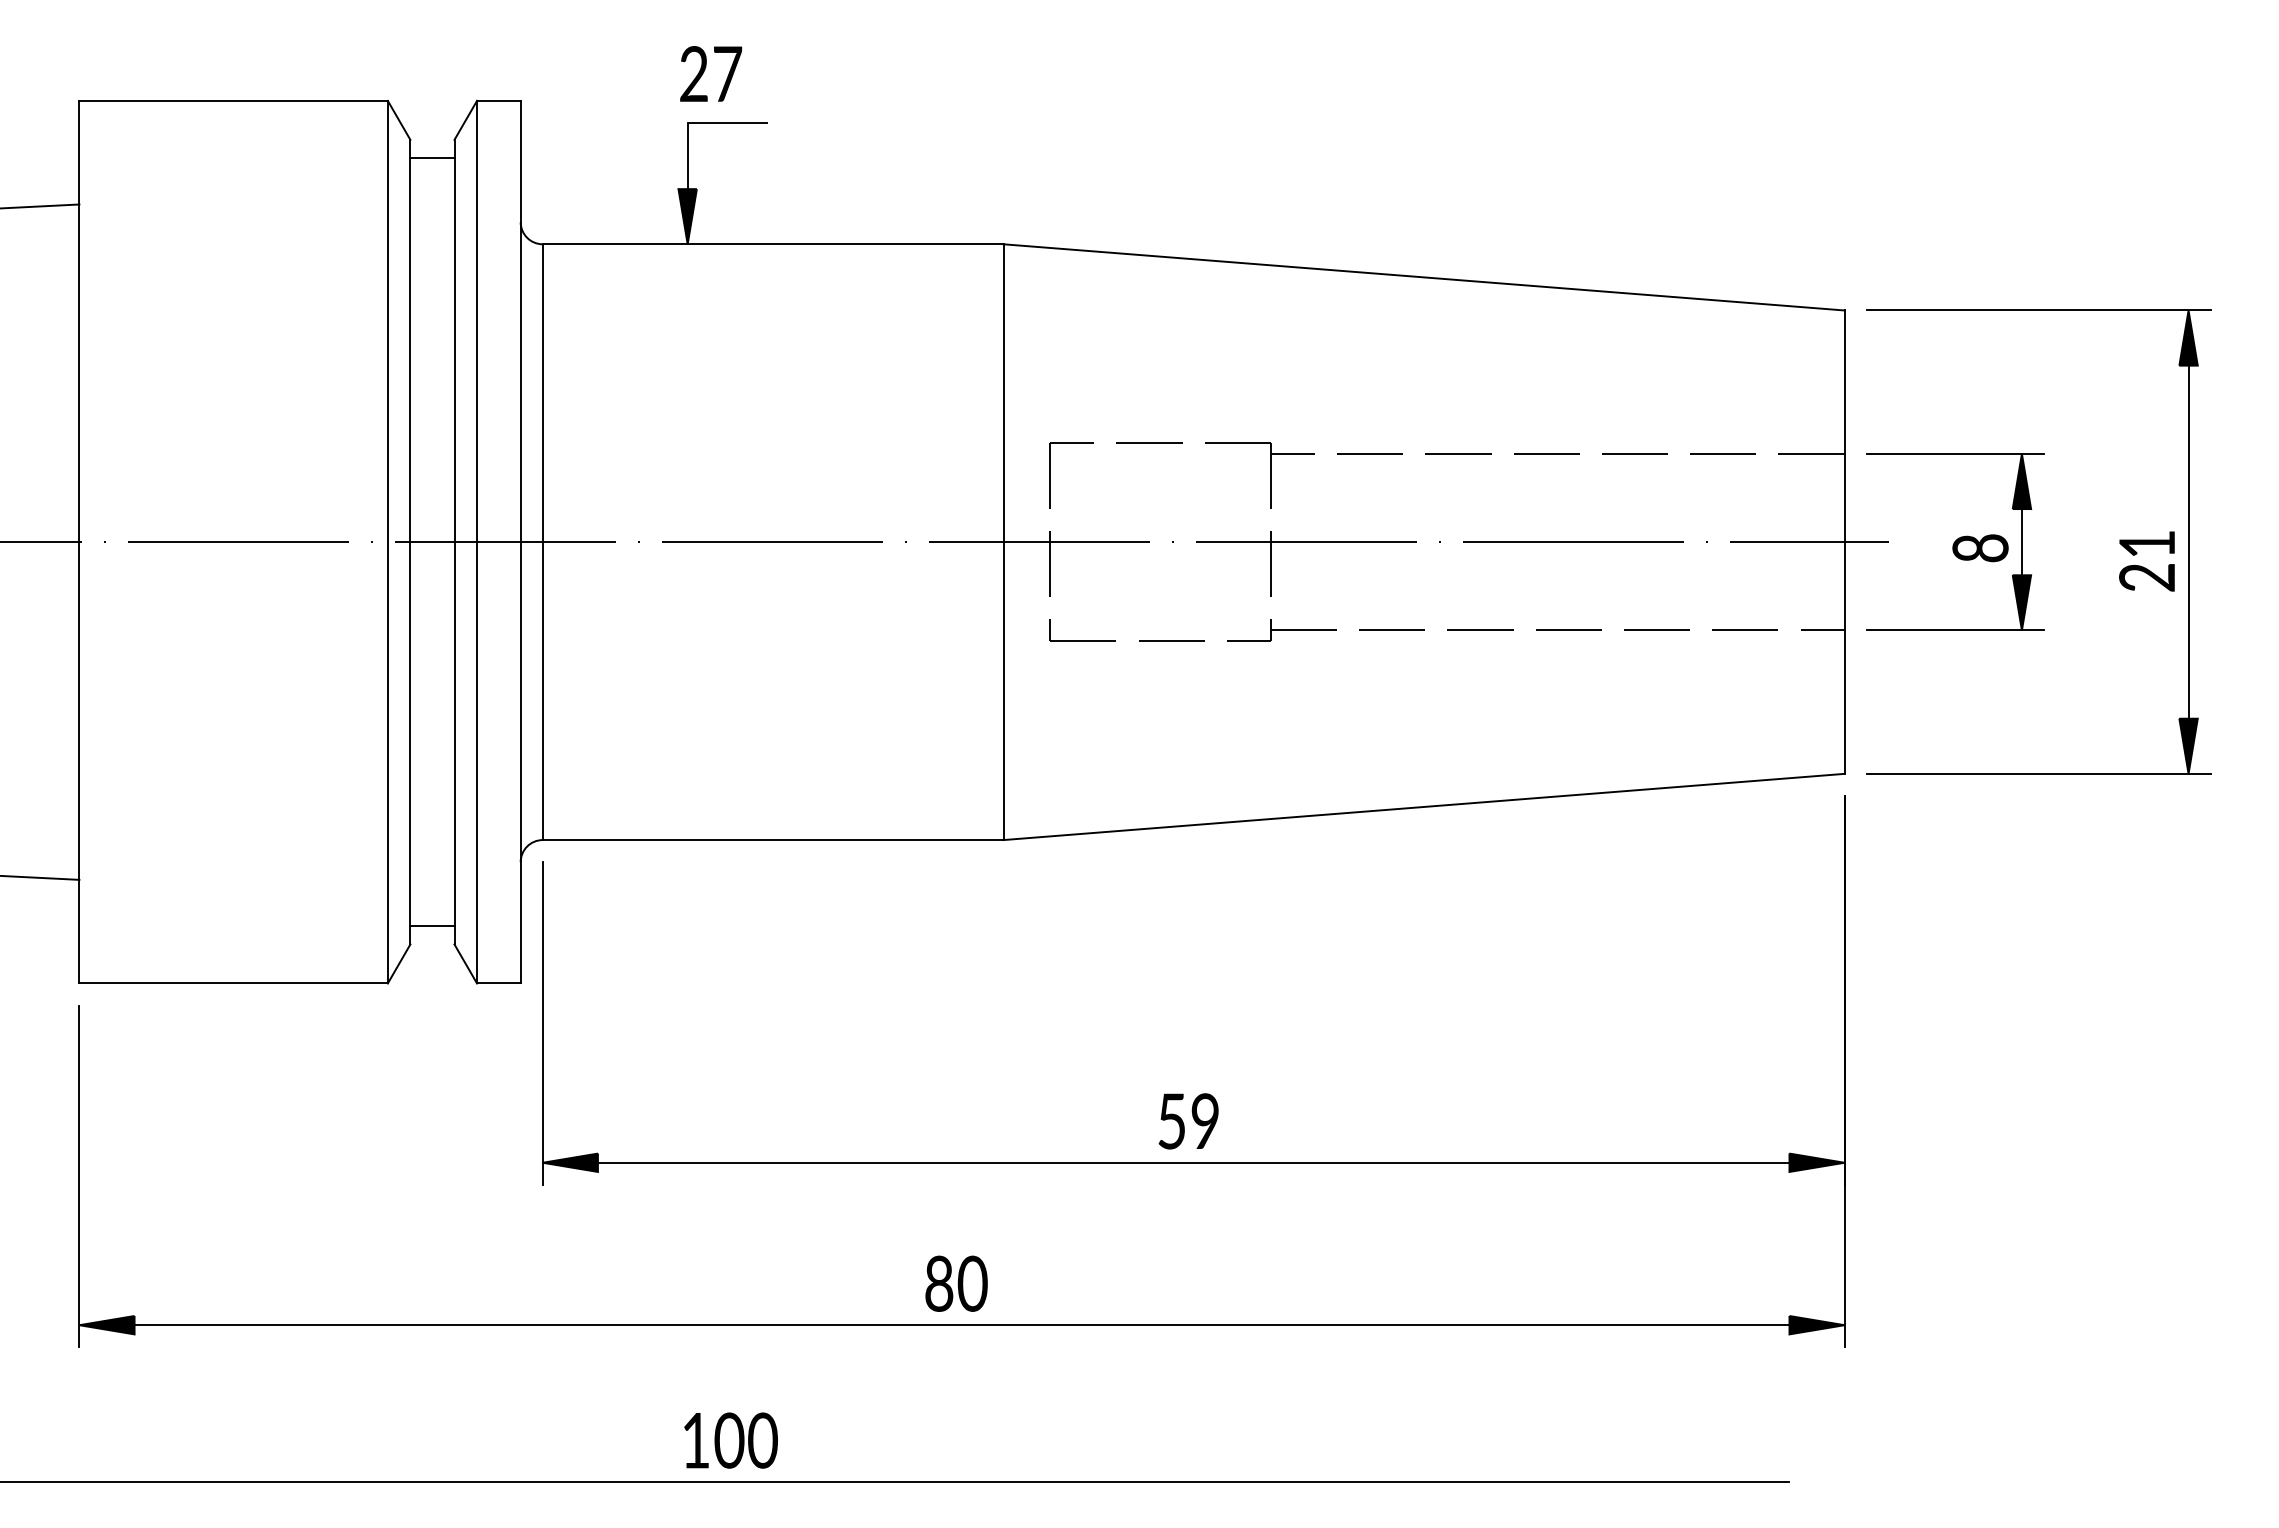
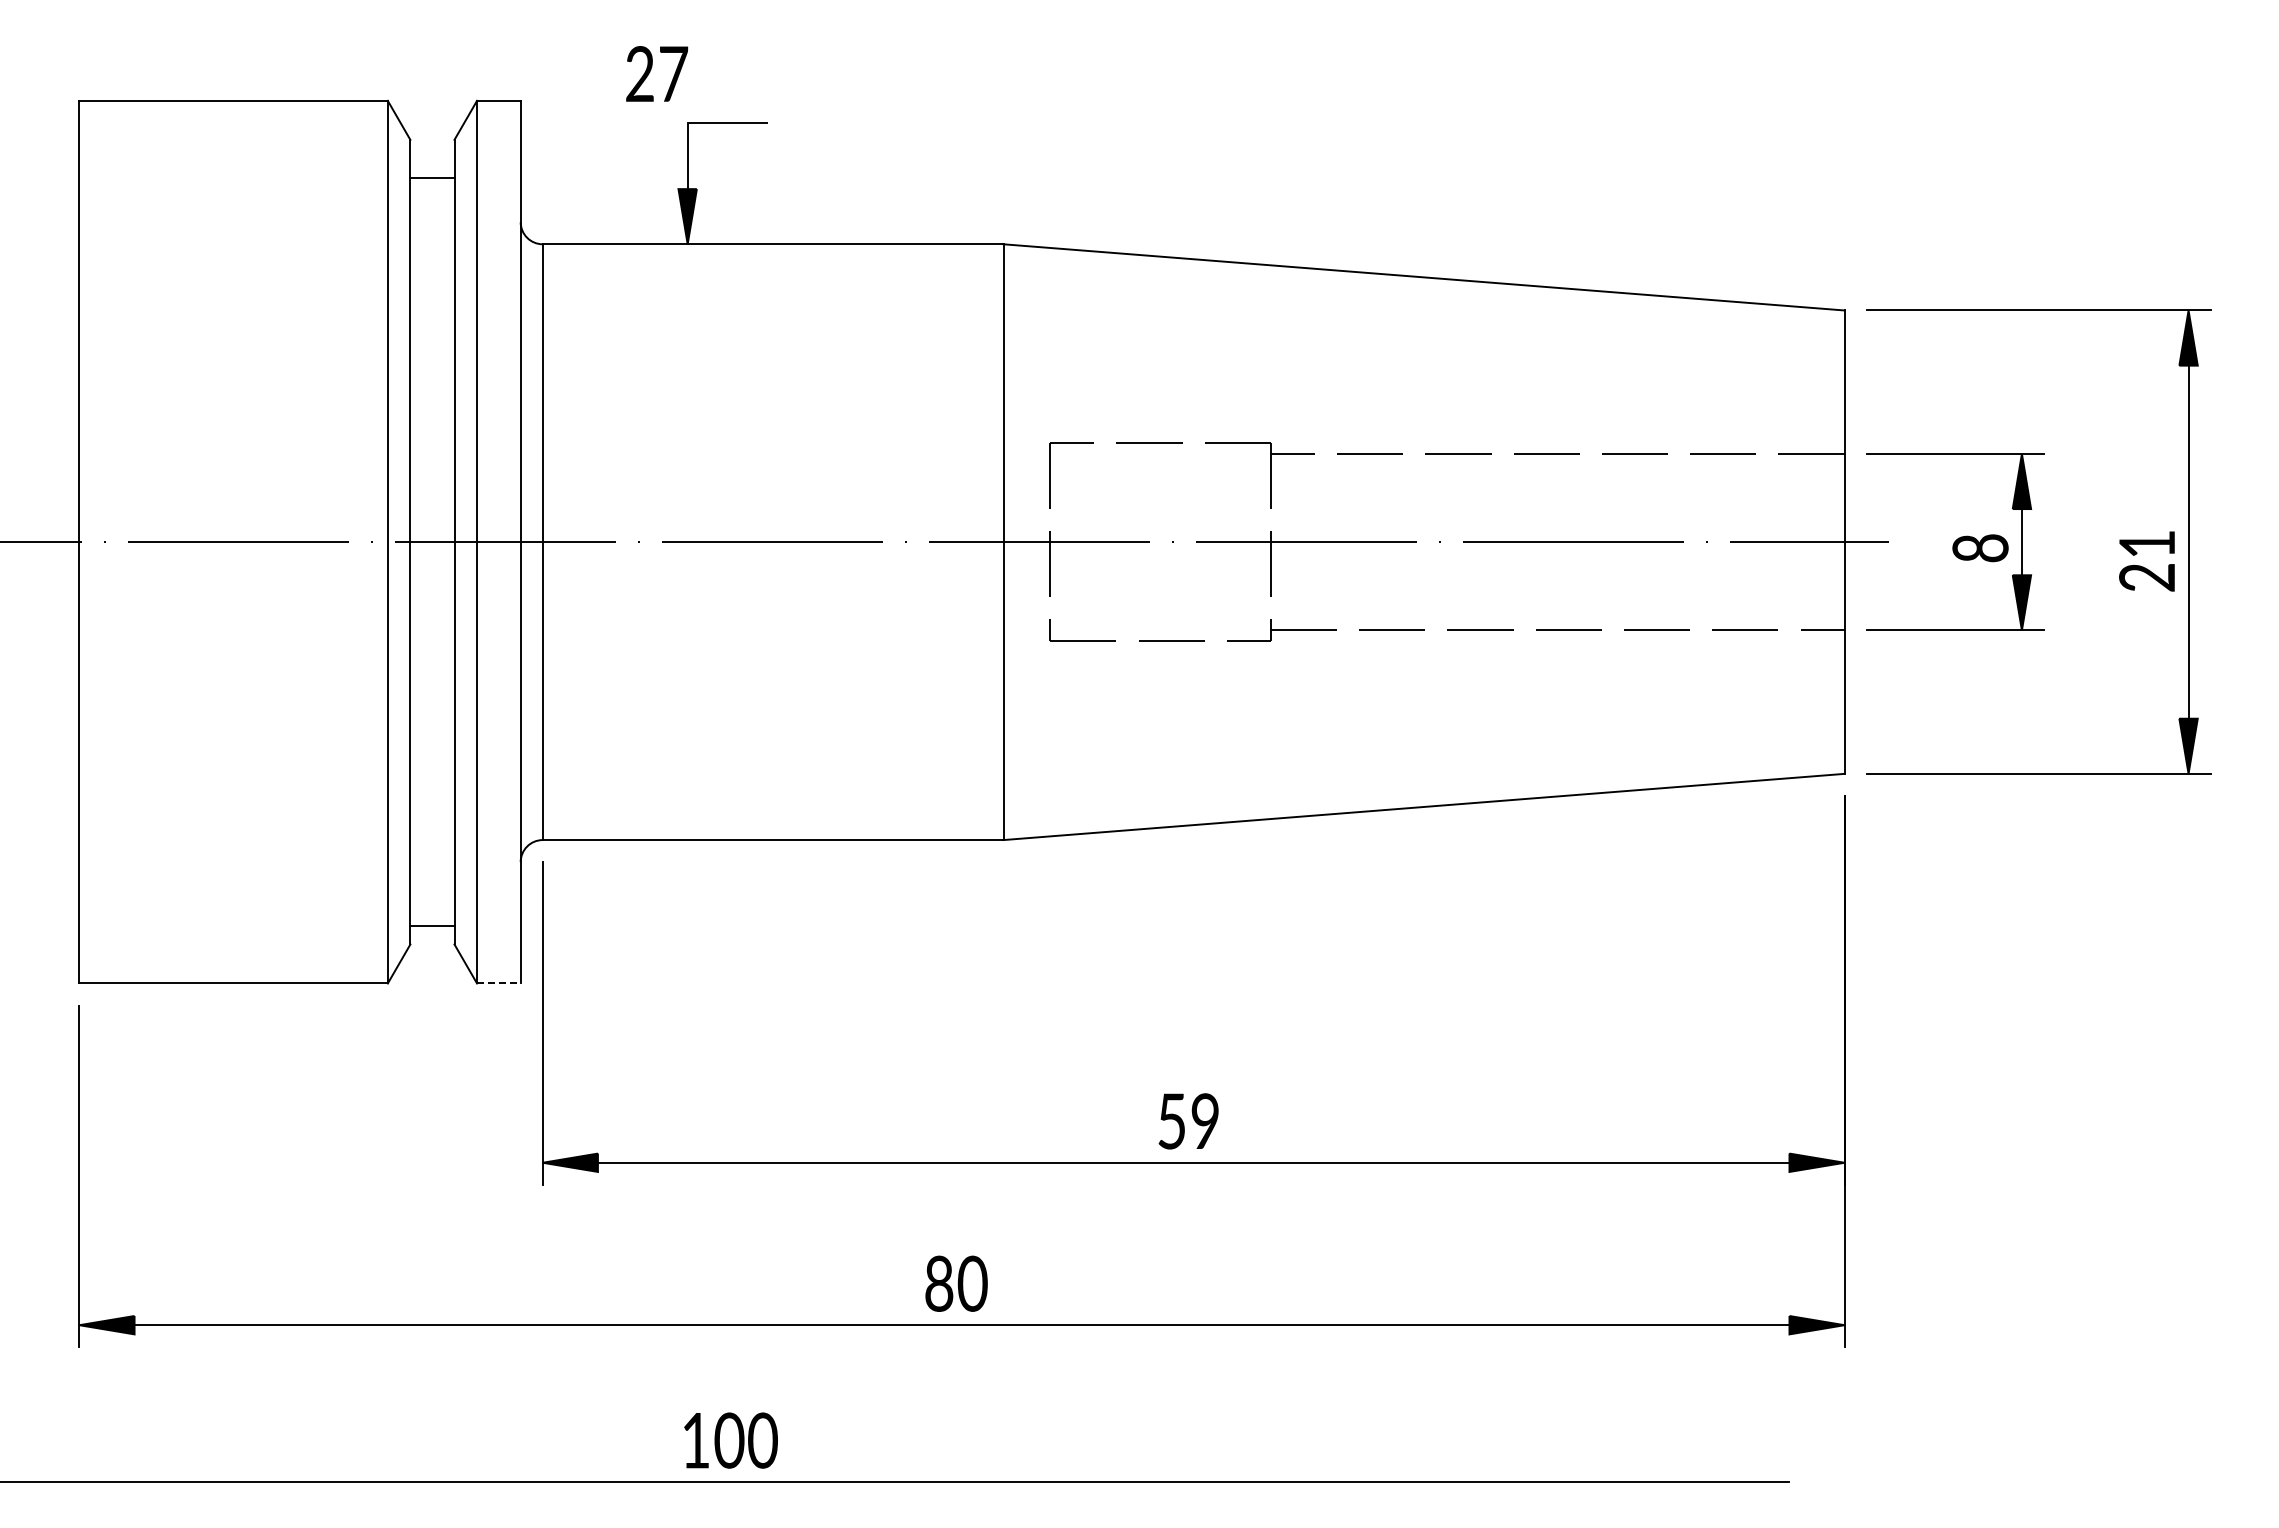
text at (711, 73) position: (711, 73) -> (657, 73)
line at (432, 158) position: (432, 158) -> (432, 178)
line at (40, 206): present -> none
line at (40, 877): present -> none
line at (498, 983): solid -> dashed
